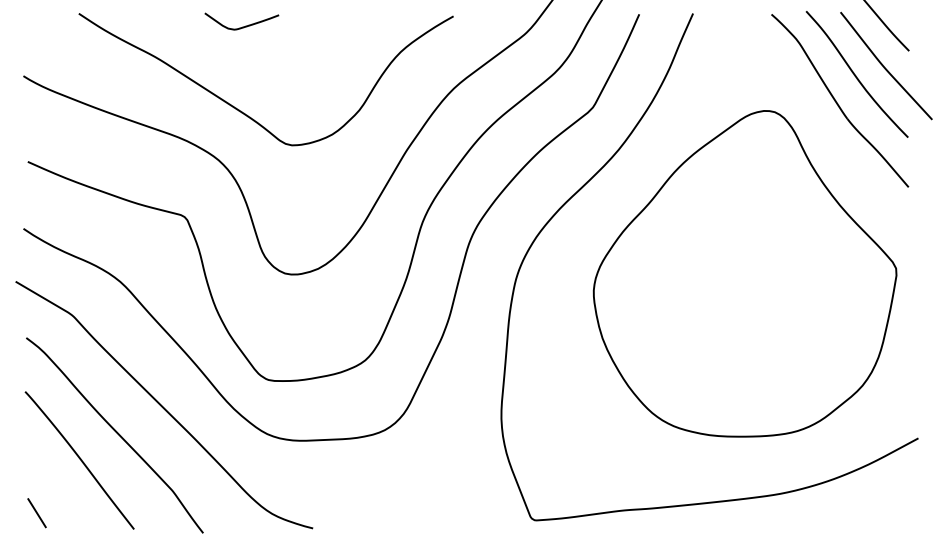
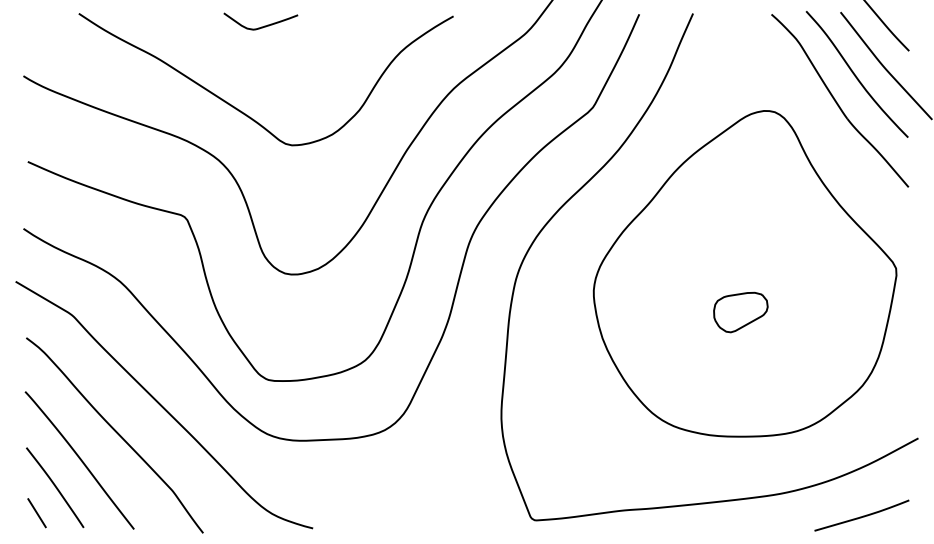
curve at (242, 26) position: (242, 26) -> (261, 26)
part at (740, 312): none -> present
curve at (55, 487): none -> present
curve at (861, 516): none -> present
